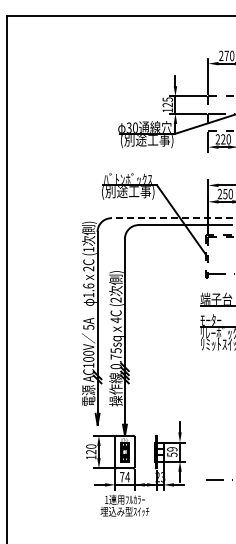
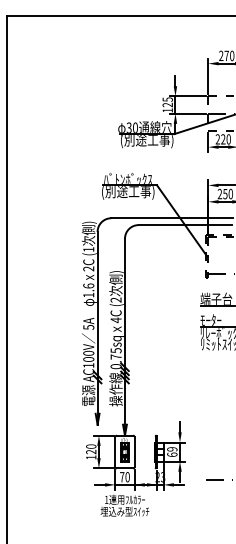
line at (171, 218): dashed -> solid
text at (172, 454): 59 -> 69
text at (127, 477): 74 -> 70
